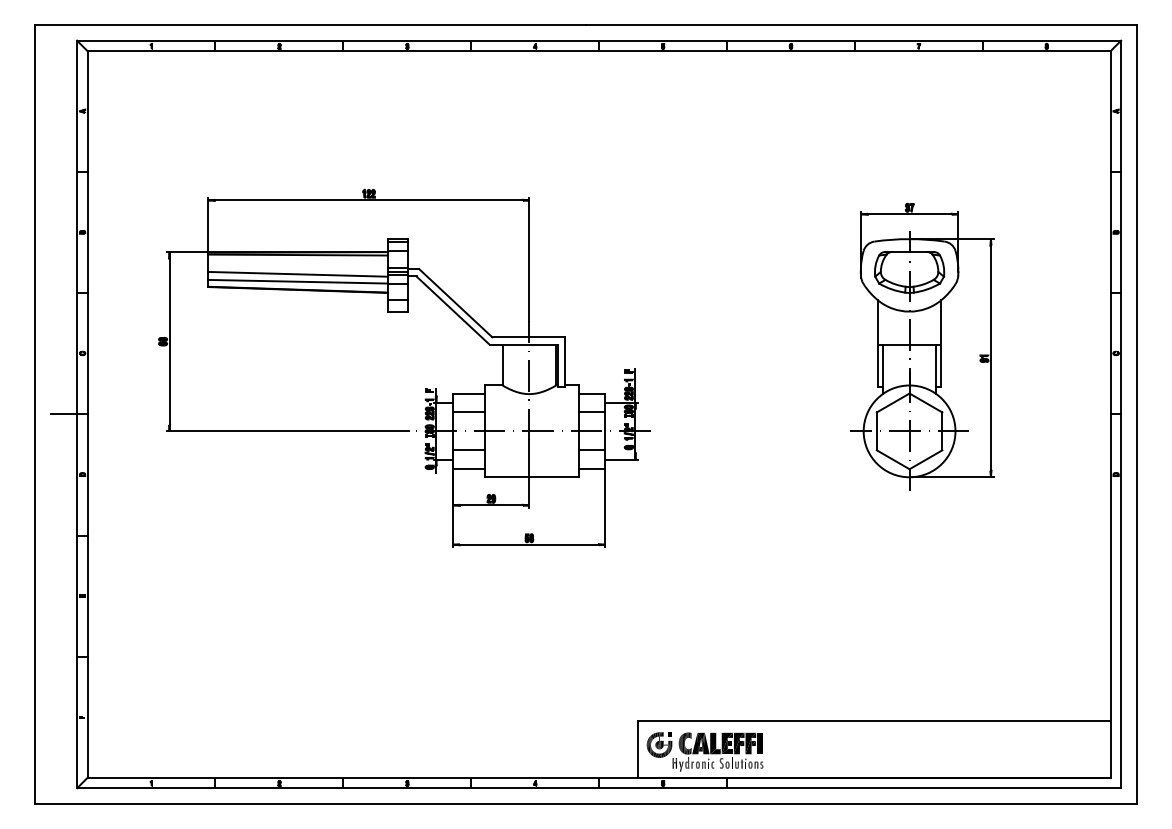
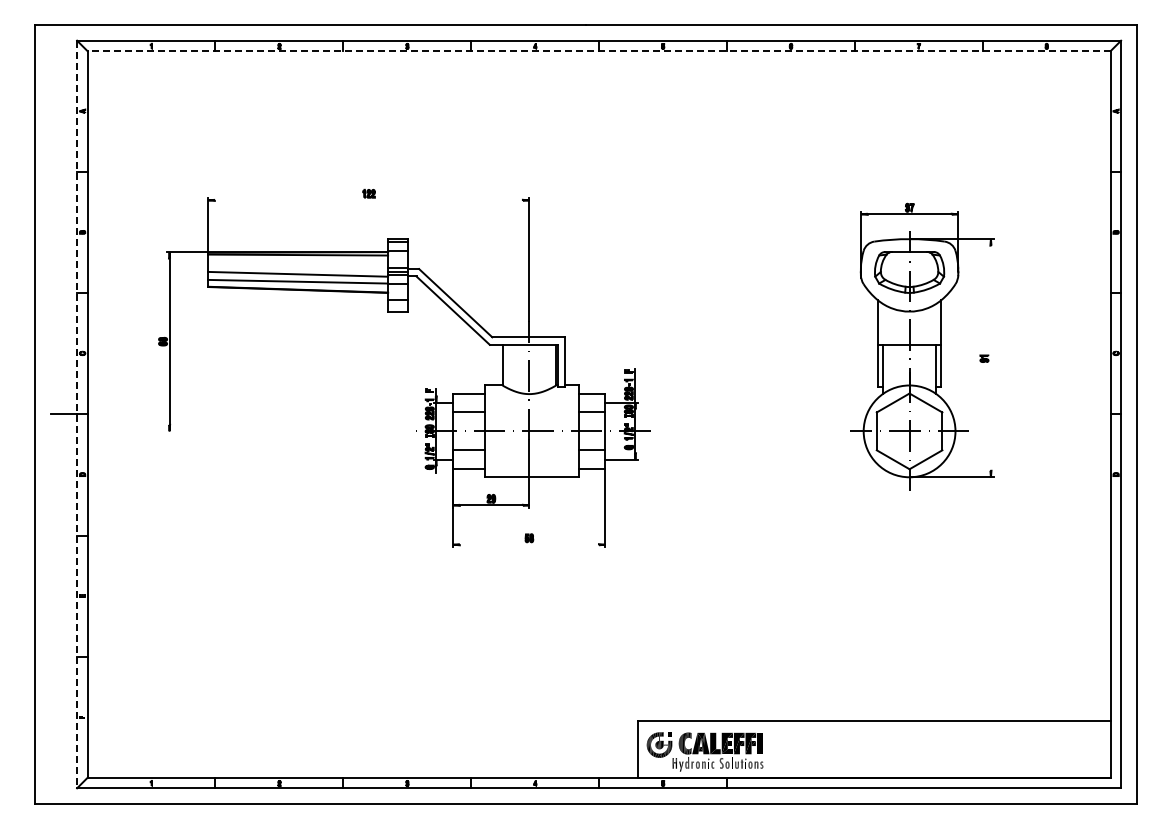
line at (598, 51): solid -> dashed
line at (368, 200): present -> none
line at (990, 357): present -> none
line at (77, 414): solid -> dashed
line at (287, 431): present -> none
line at (528, 544): present -> none
